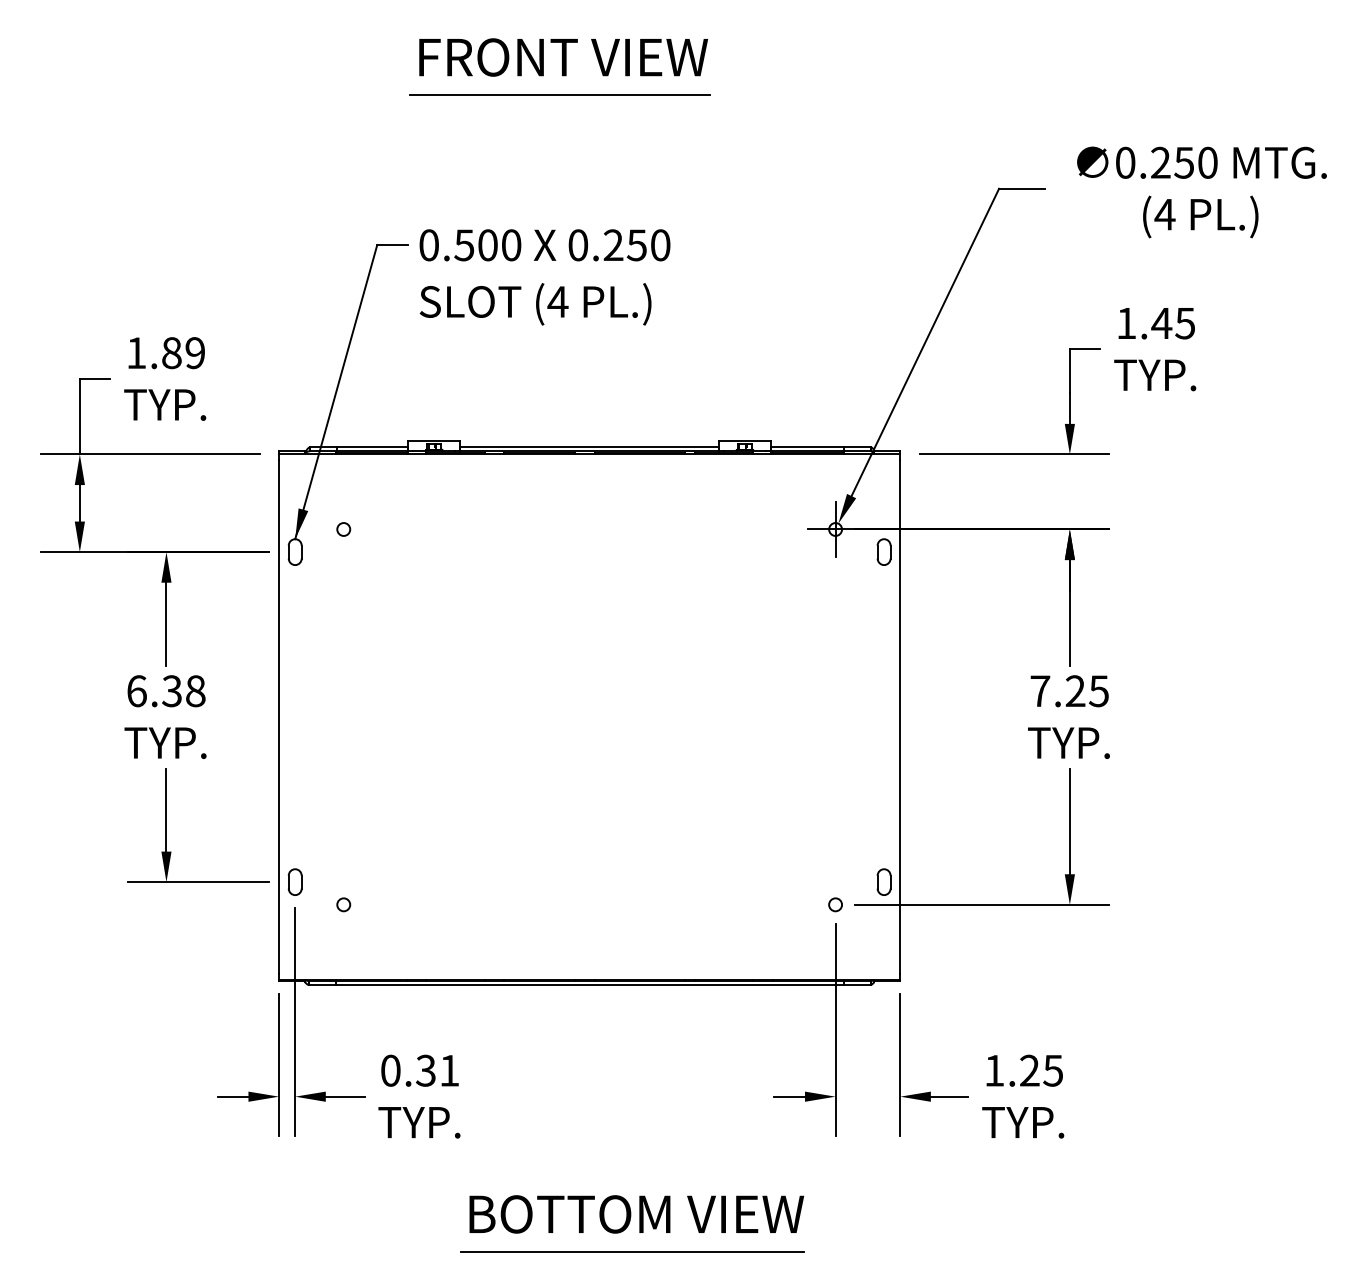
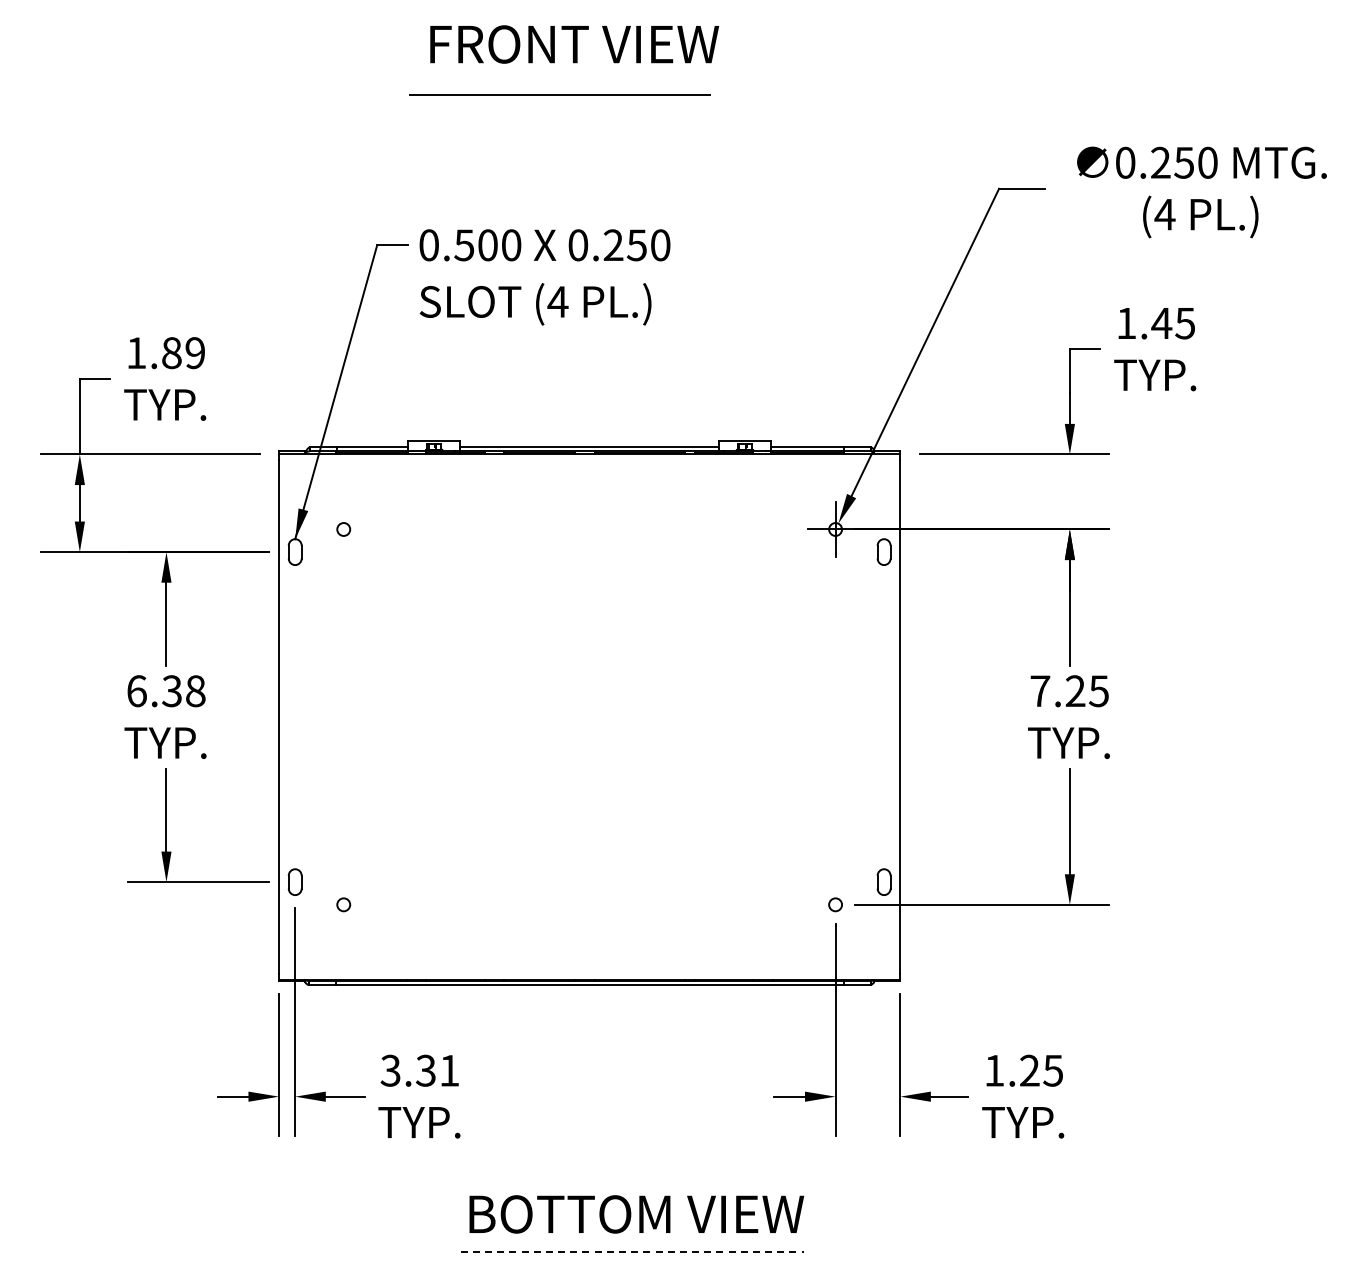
text at (563, 57) position: (563, 57) -> (574, 44)
text at (390, 1070): 0.31 -> 3.31
line at (632, 1252): solid -> dashed
